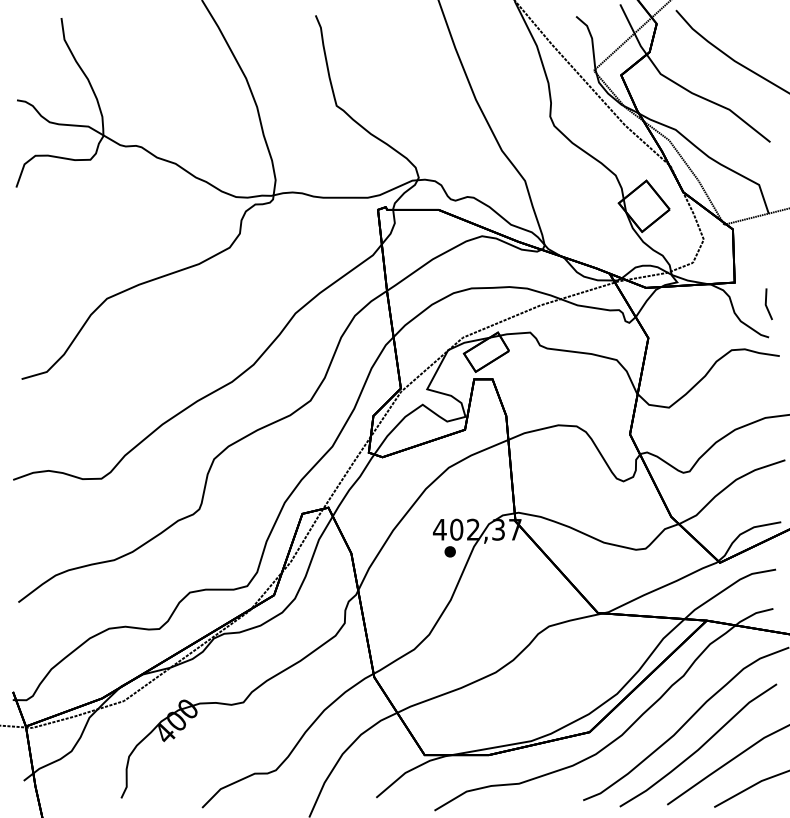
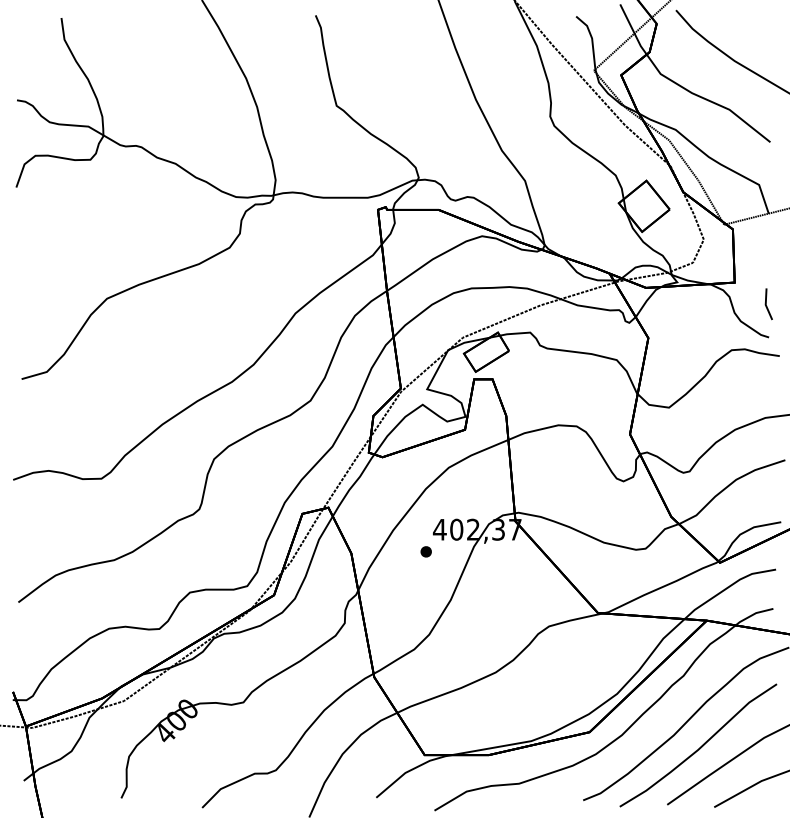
part at (449, 551) position: (449, 551) -> (425, 551)
